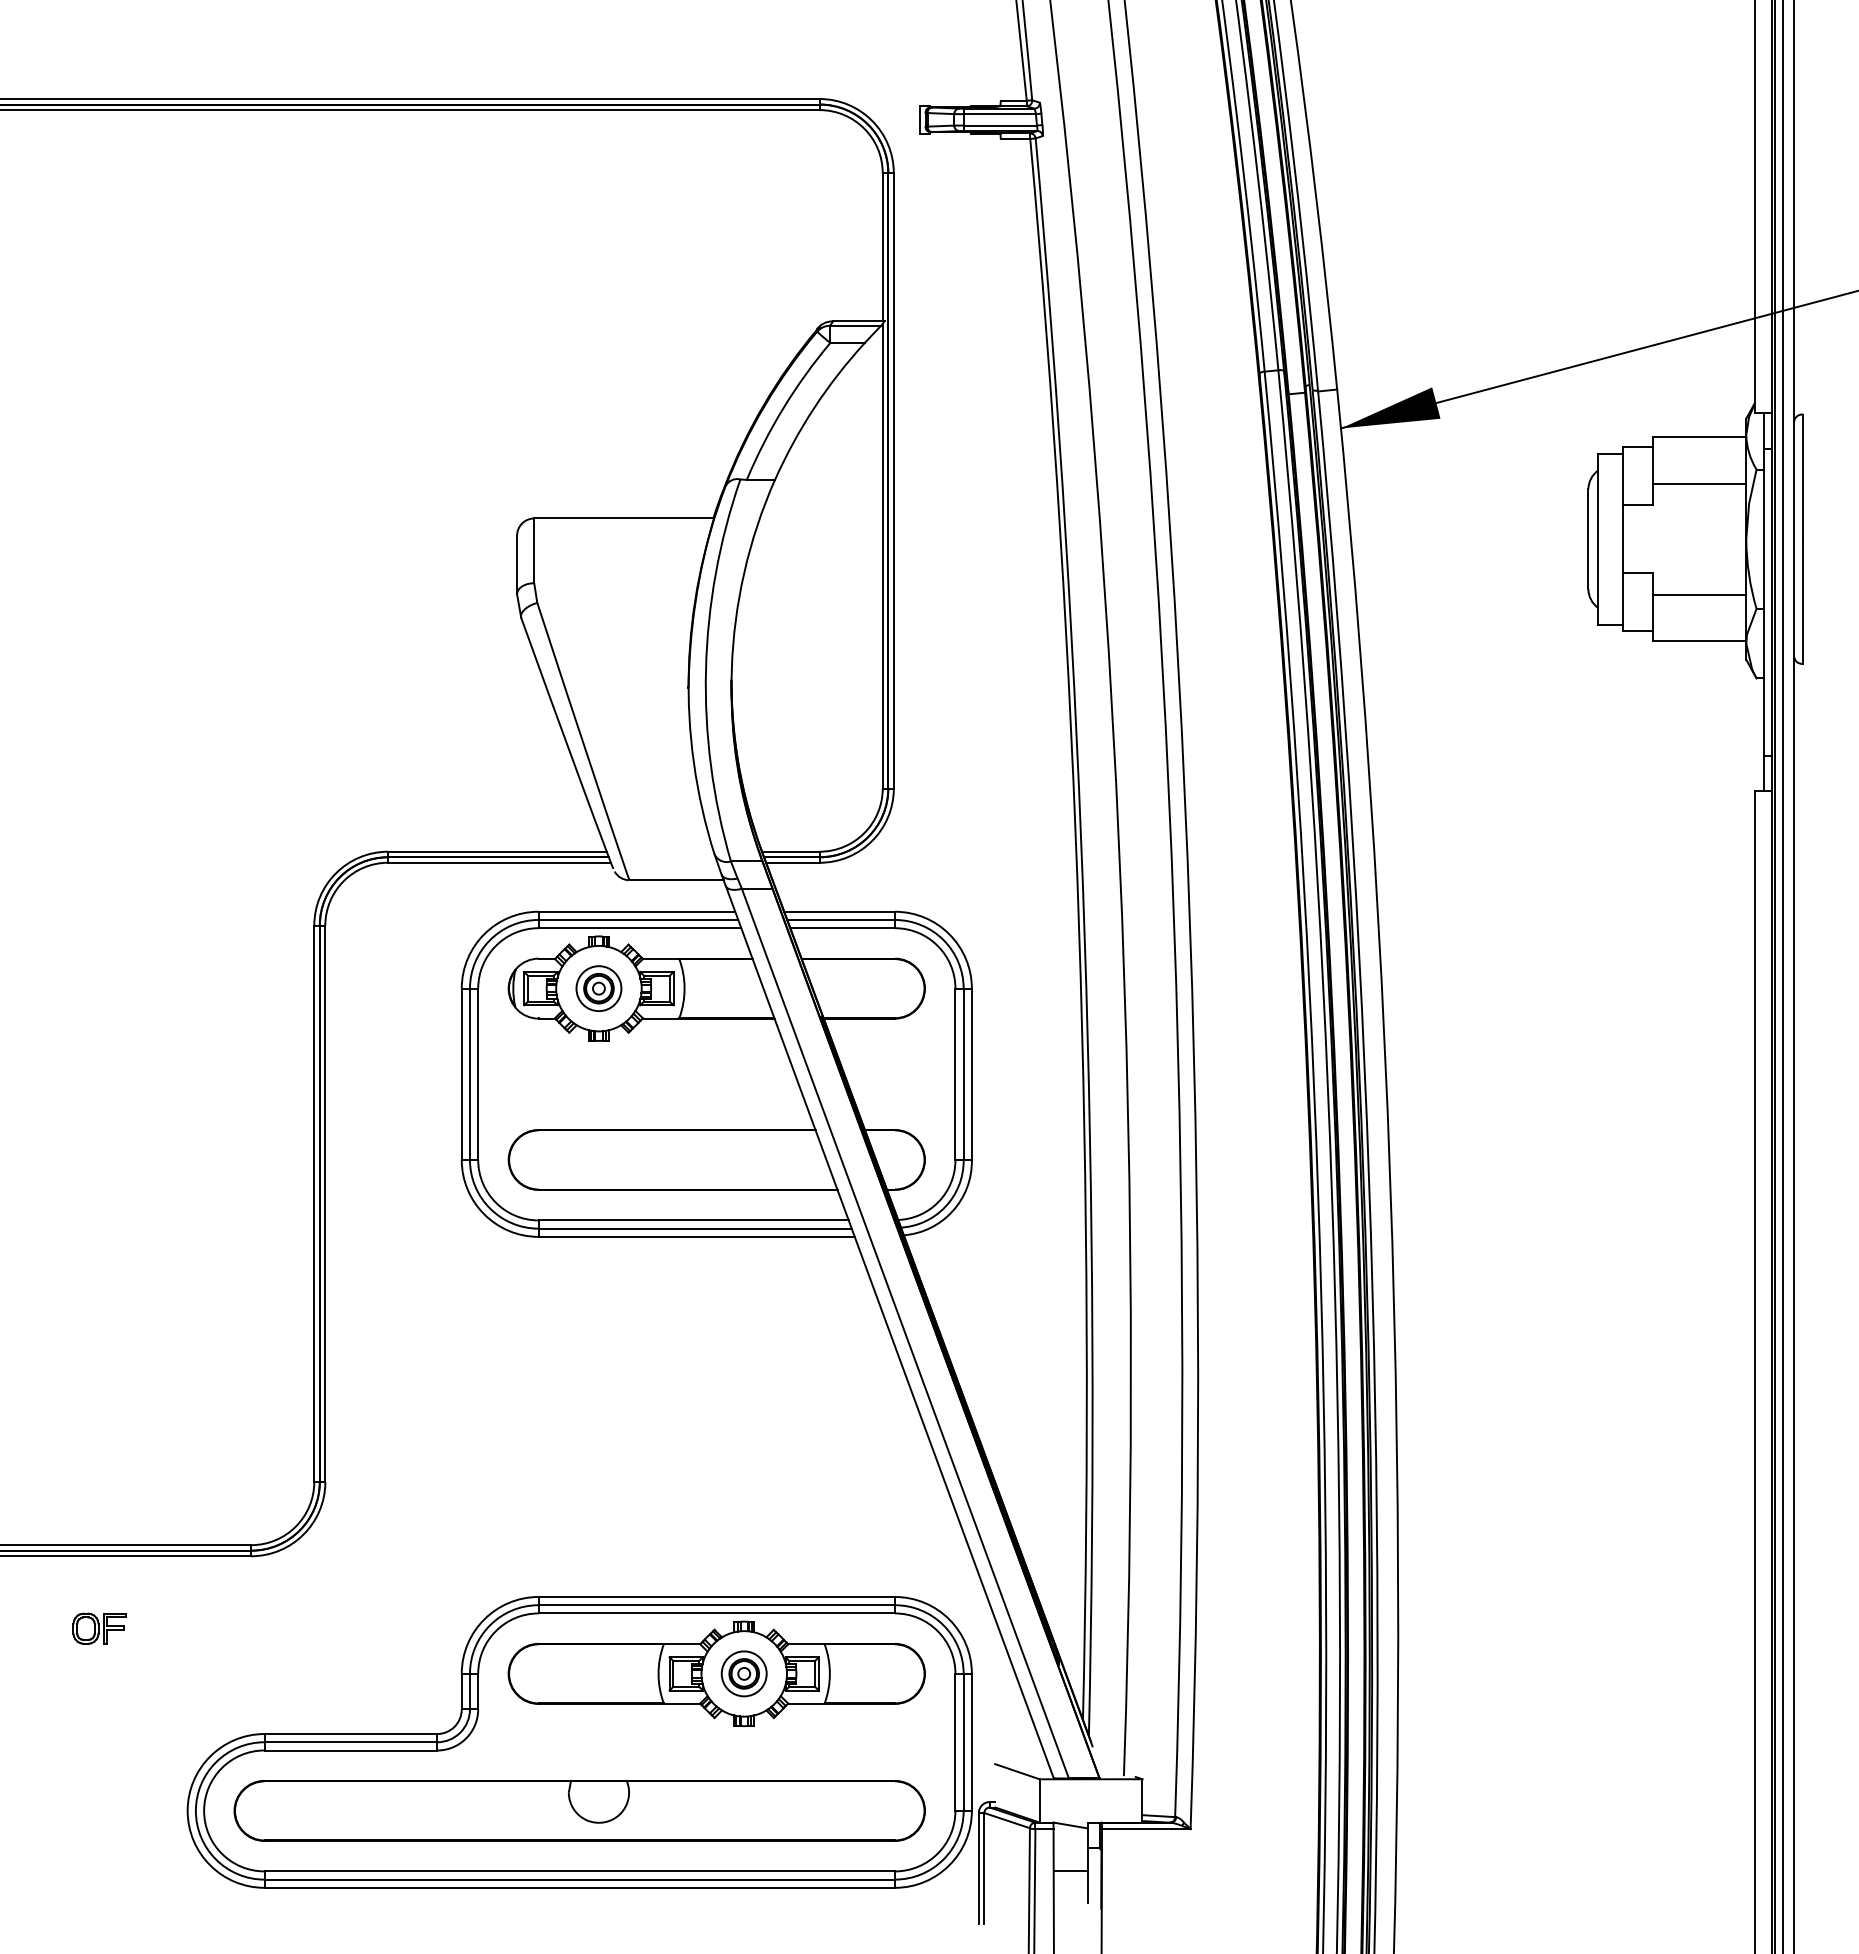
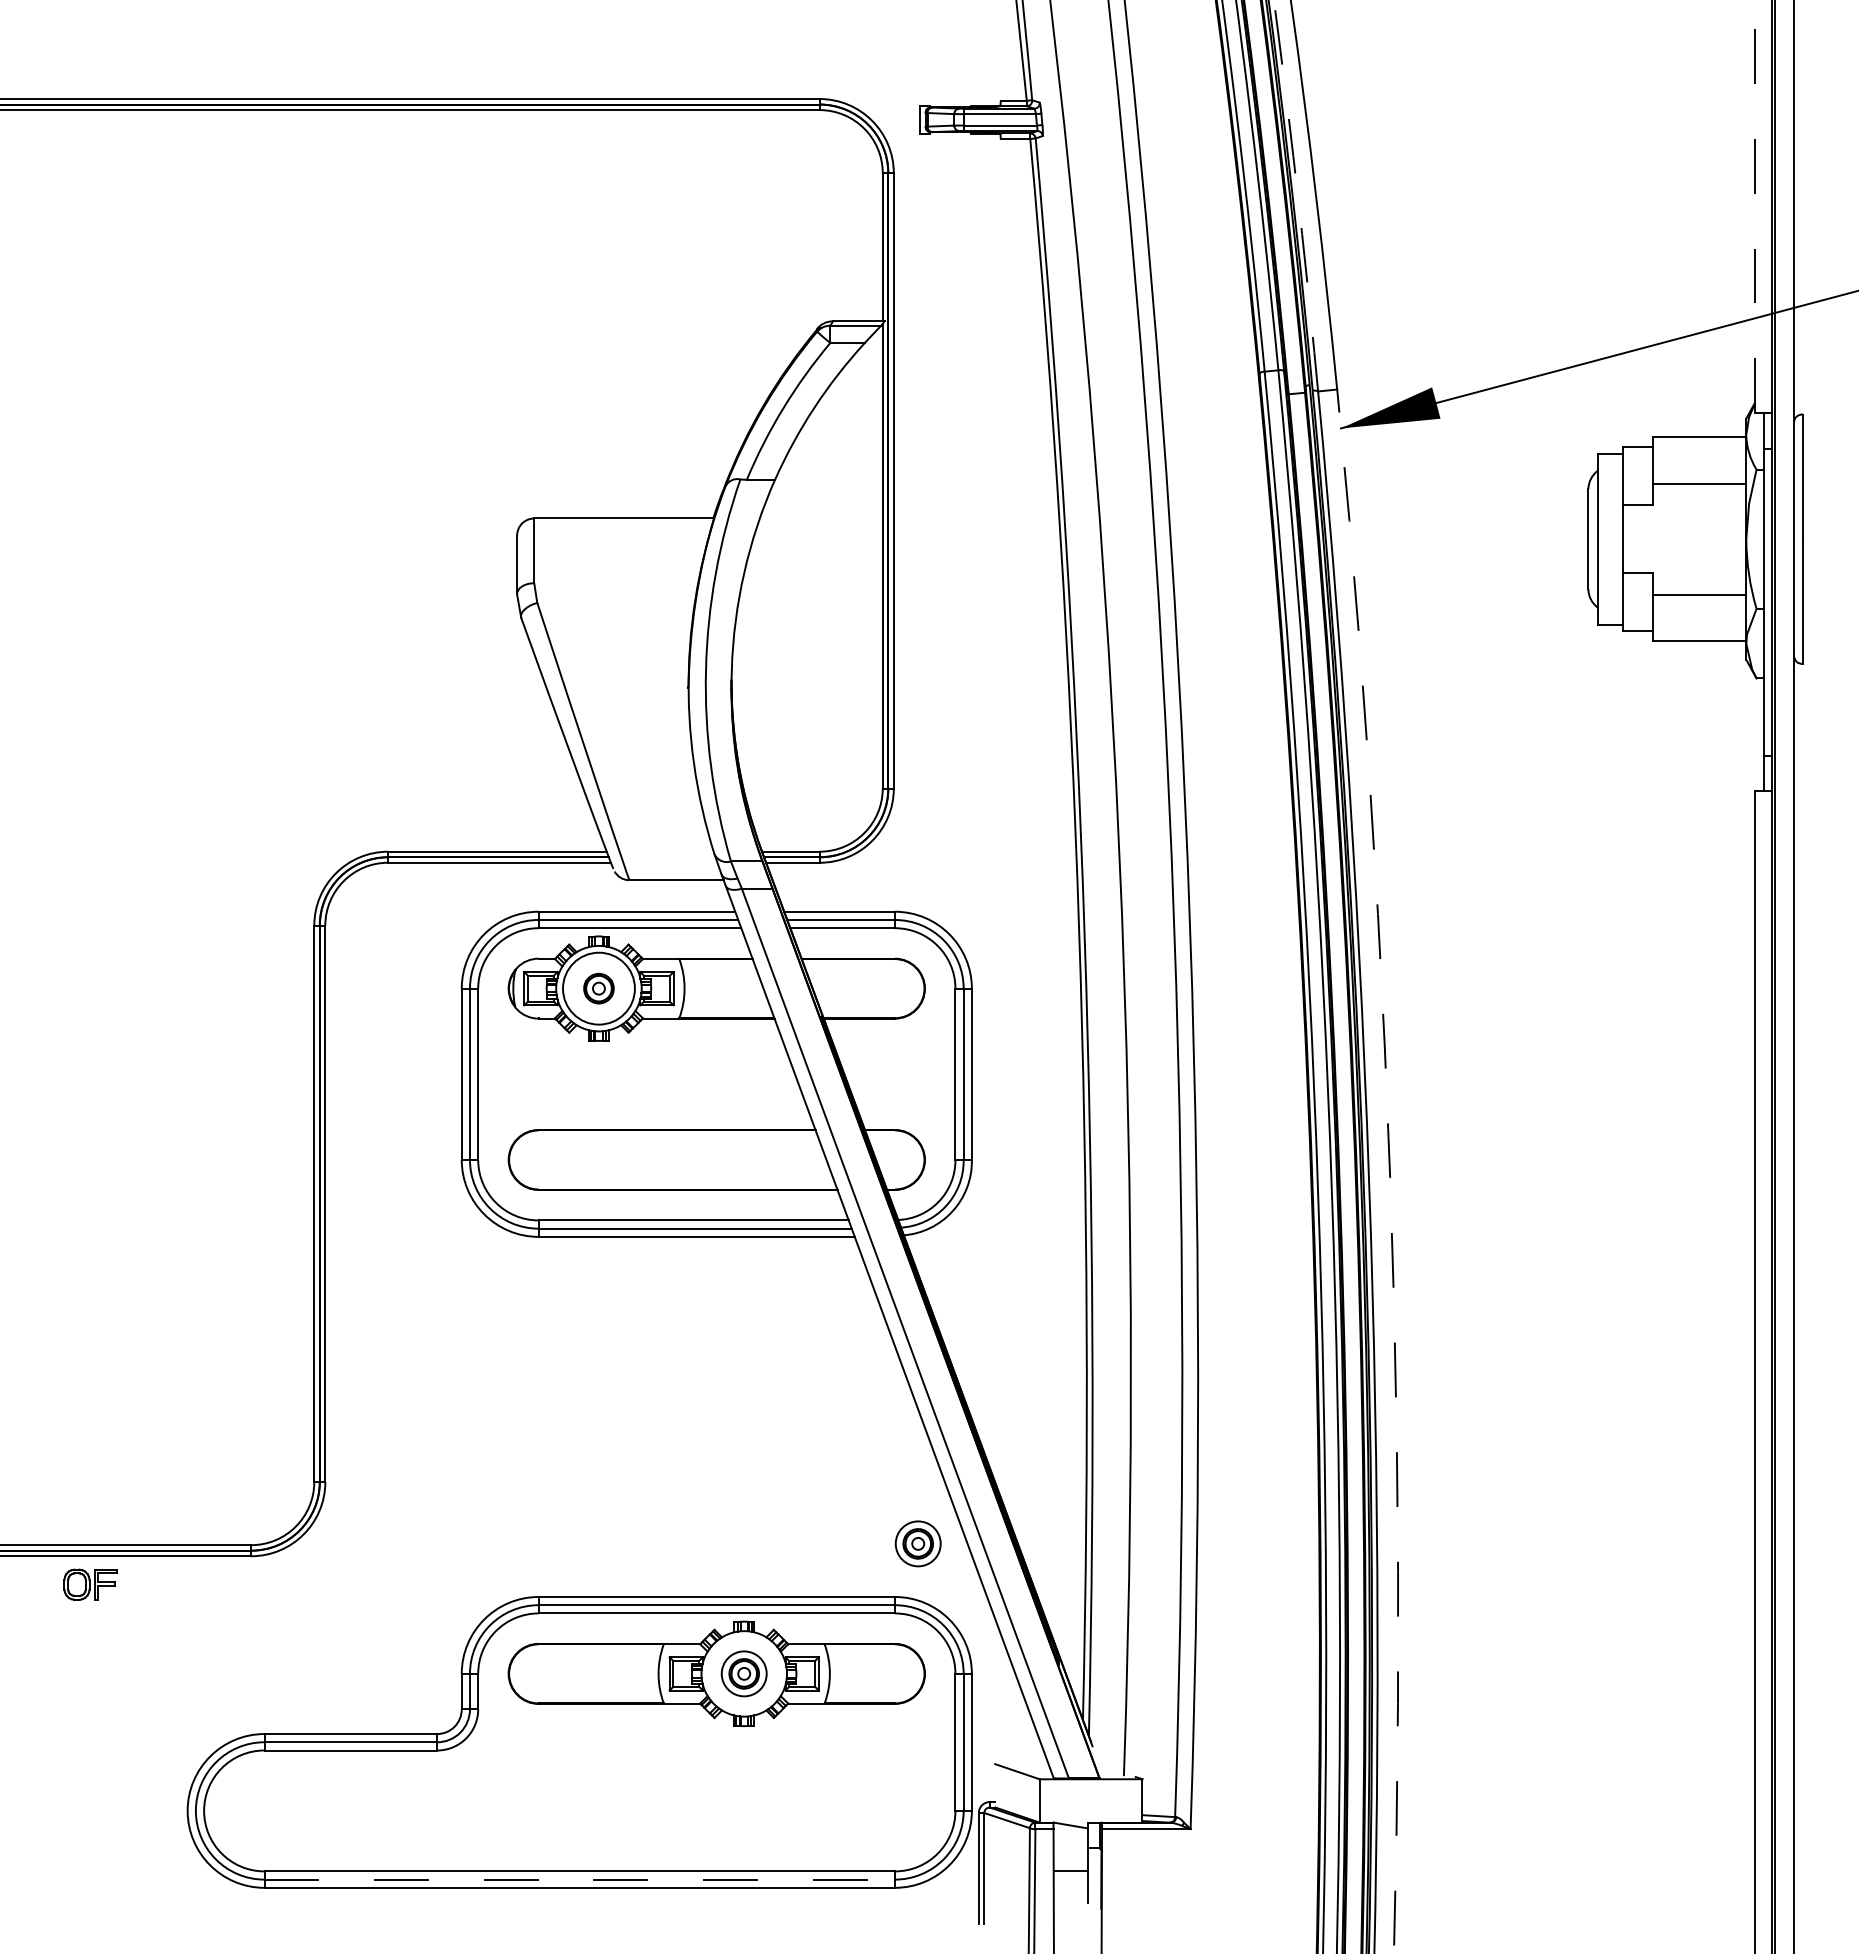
arc at (1297, 196): solid -> dashed
line at (1754, 207): solid -> dashed
line at (1783, 976): present -> none
circle at (598, 988) diameter: 45 px -> 72 px
arc at (1389, 1170): solid -> dashed
part at (917, 1543): none -> present
part at (99, 1628) position: (99, 1628) -> (90, 1584)
part at (579, 1810): present -> none
line at (580, 1879): solid -> dashed
